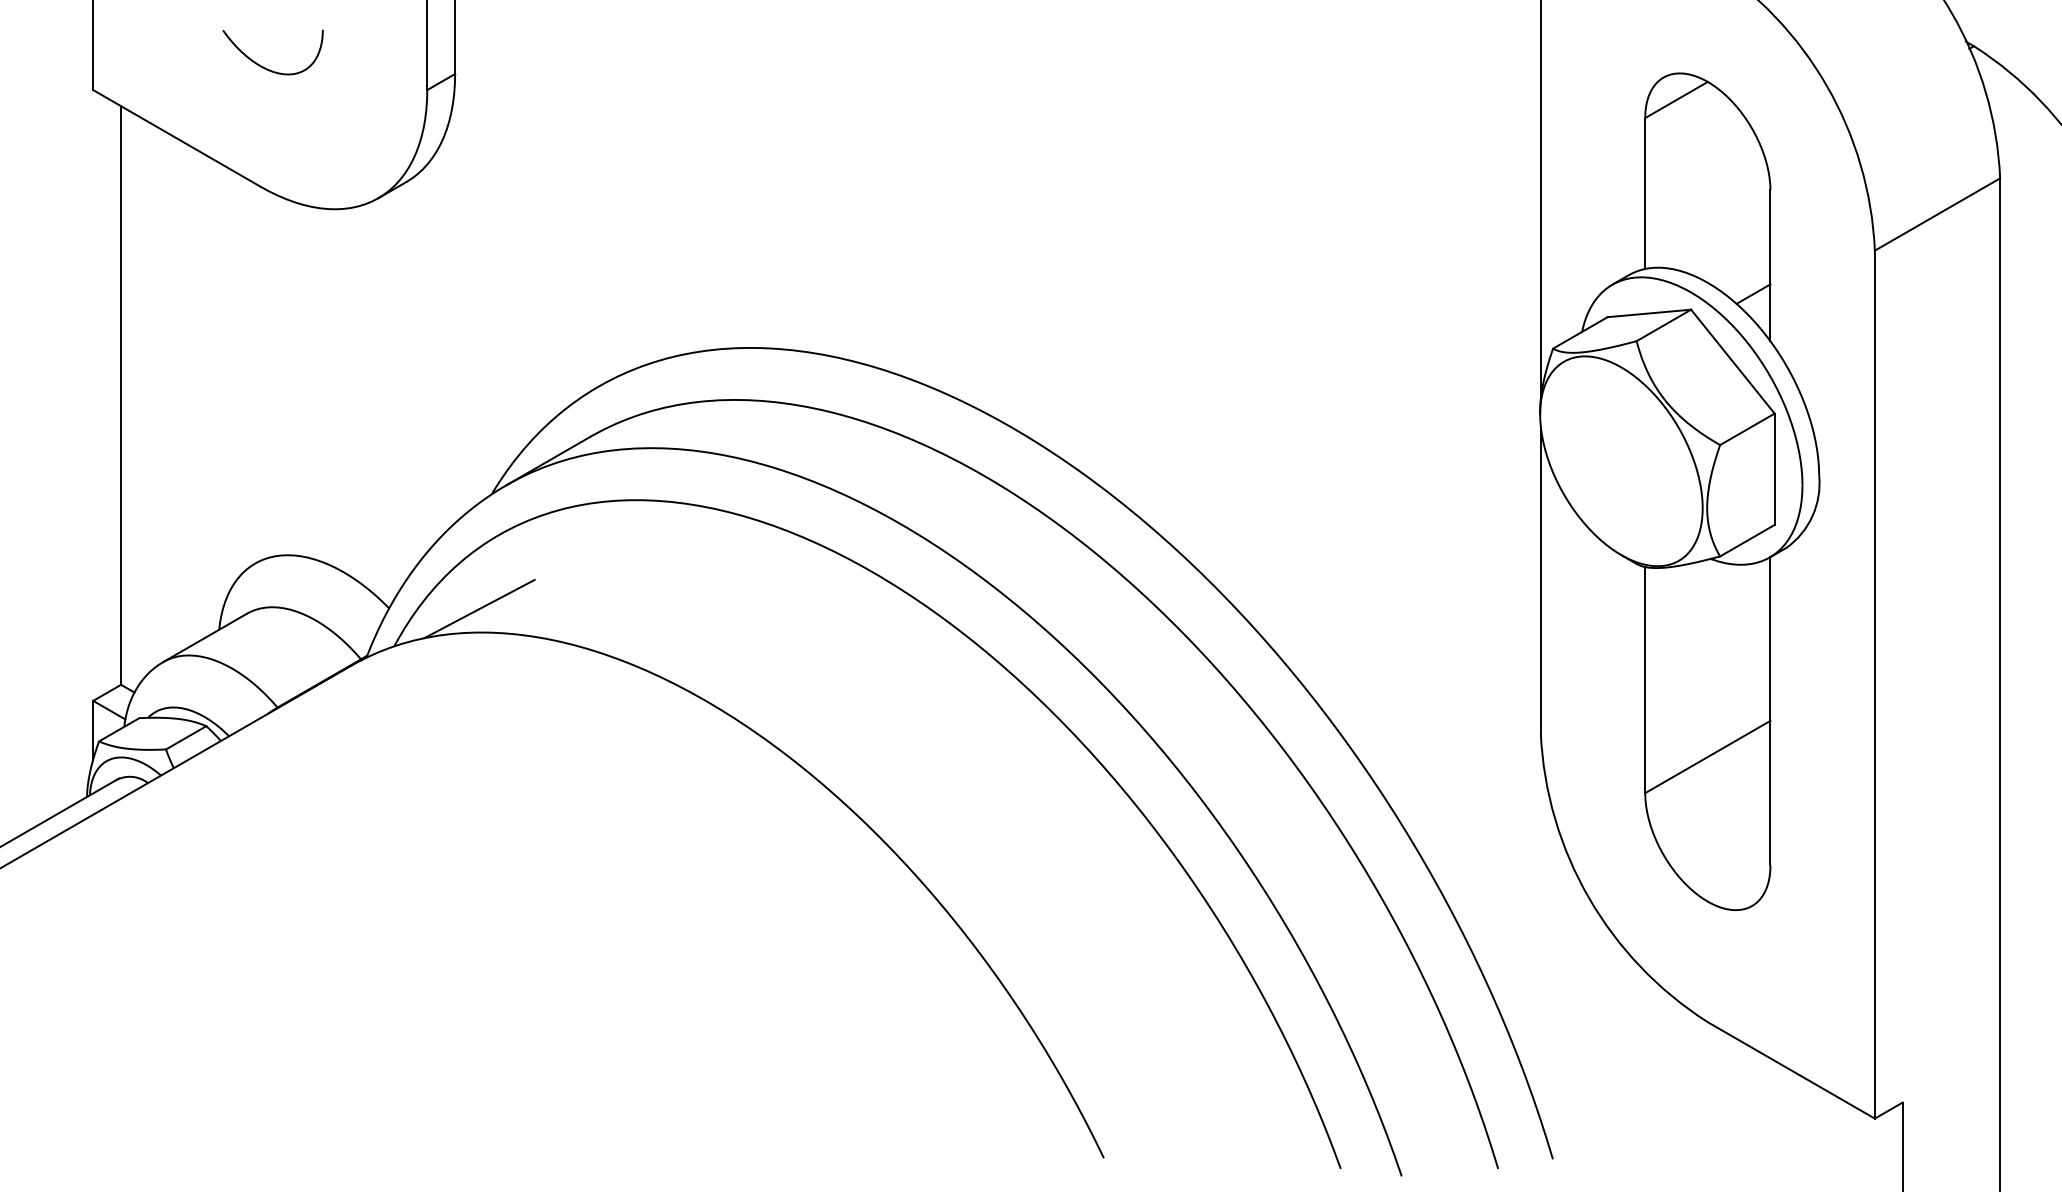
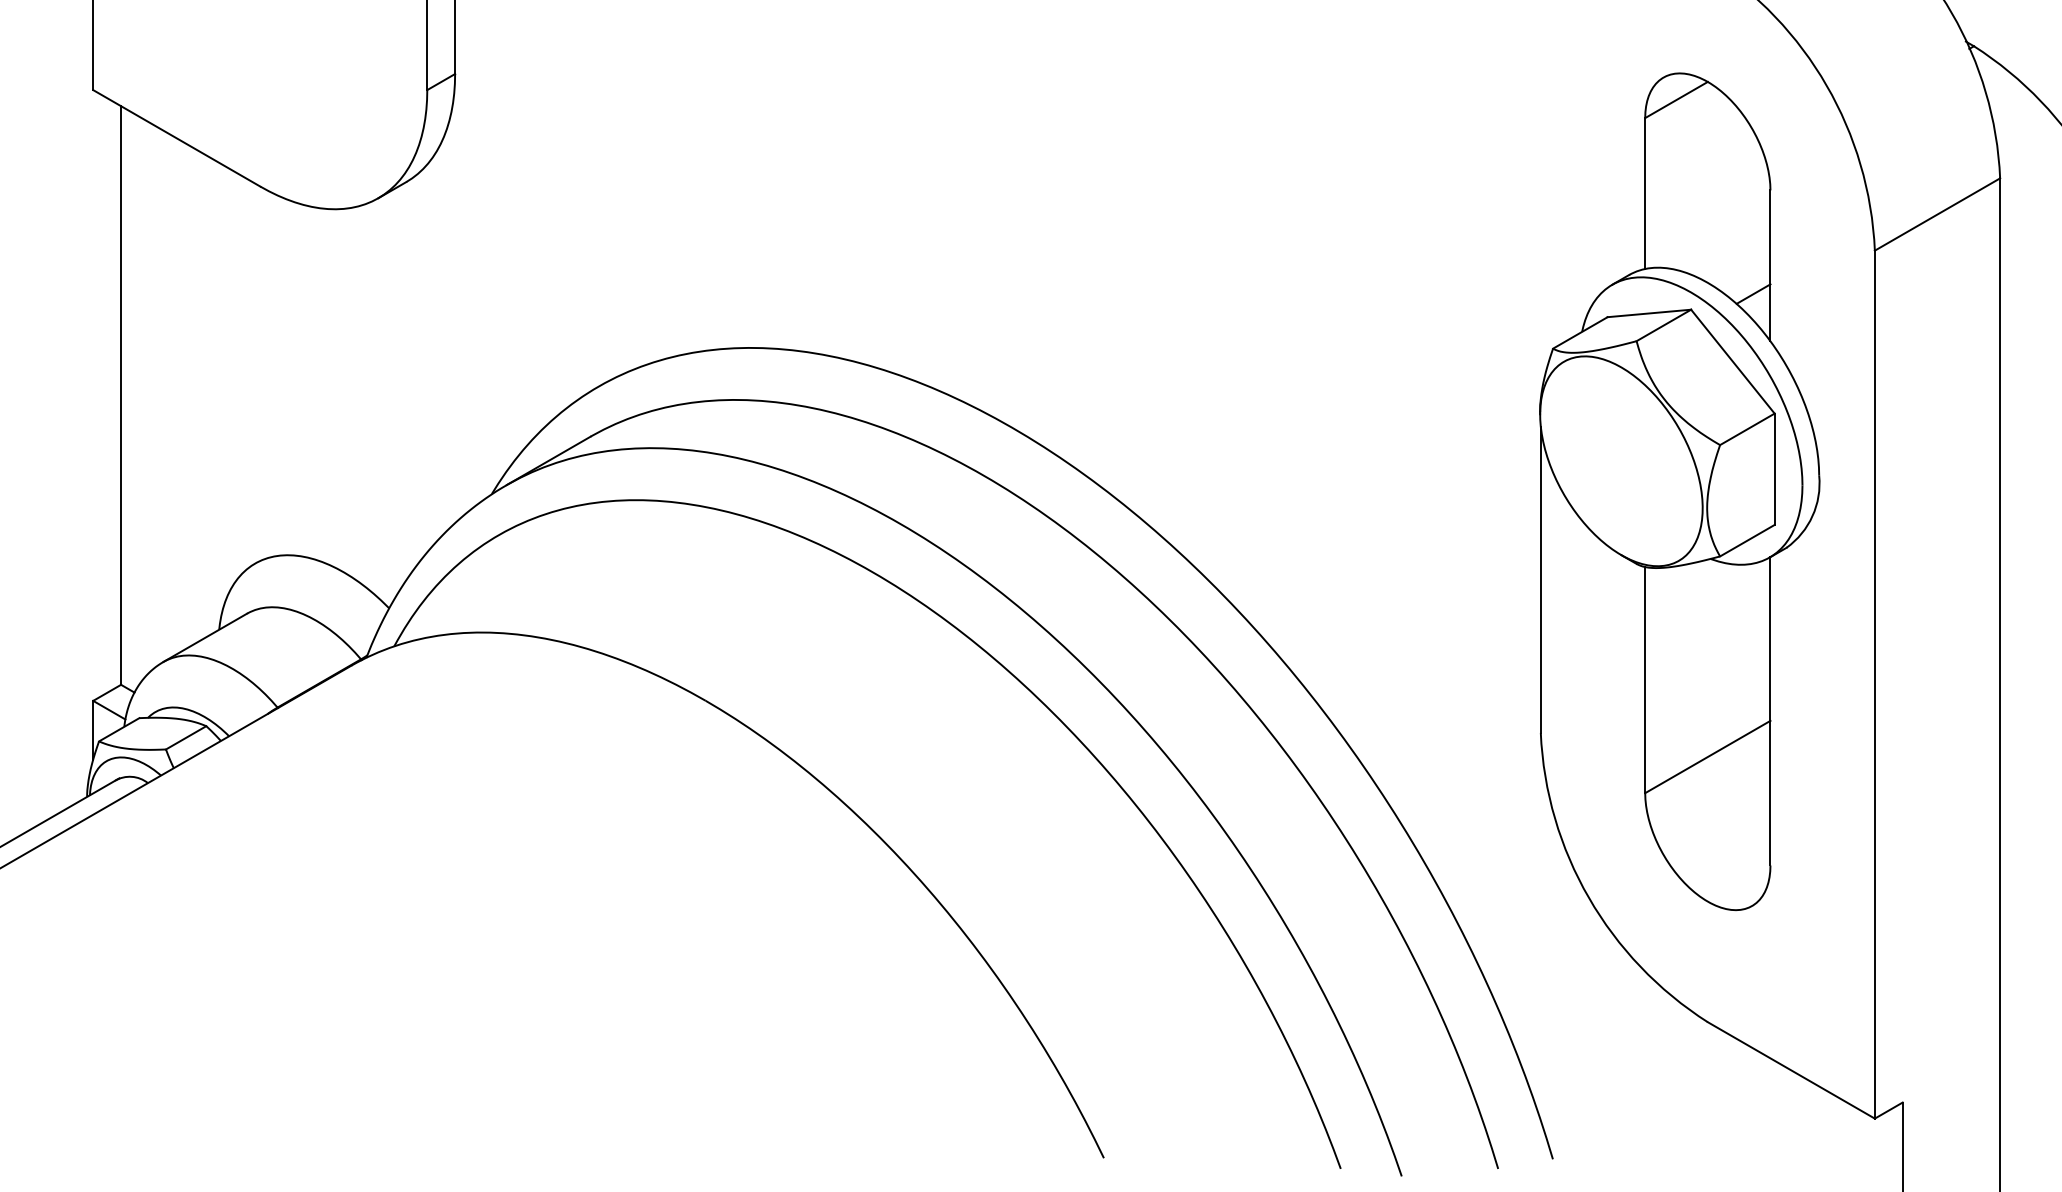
curve at (265, 67): present -> none
line at (1540, 200): present -> none
line at (479, 608): present -> none
